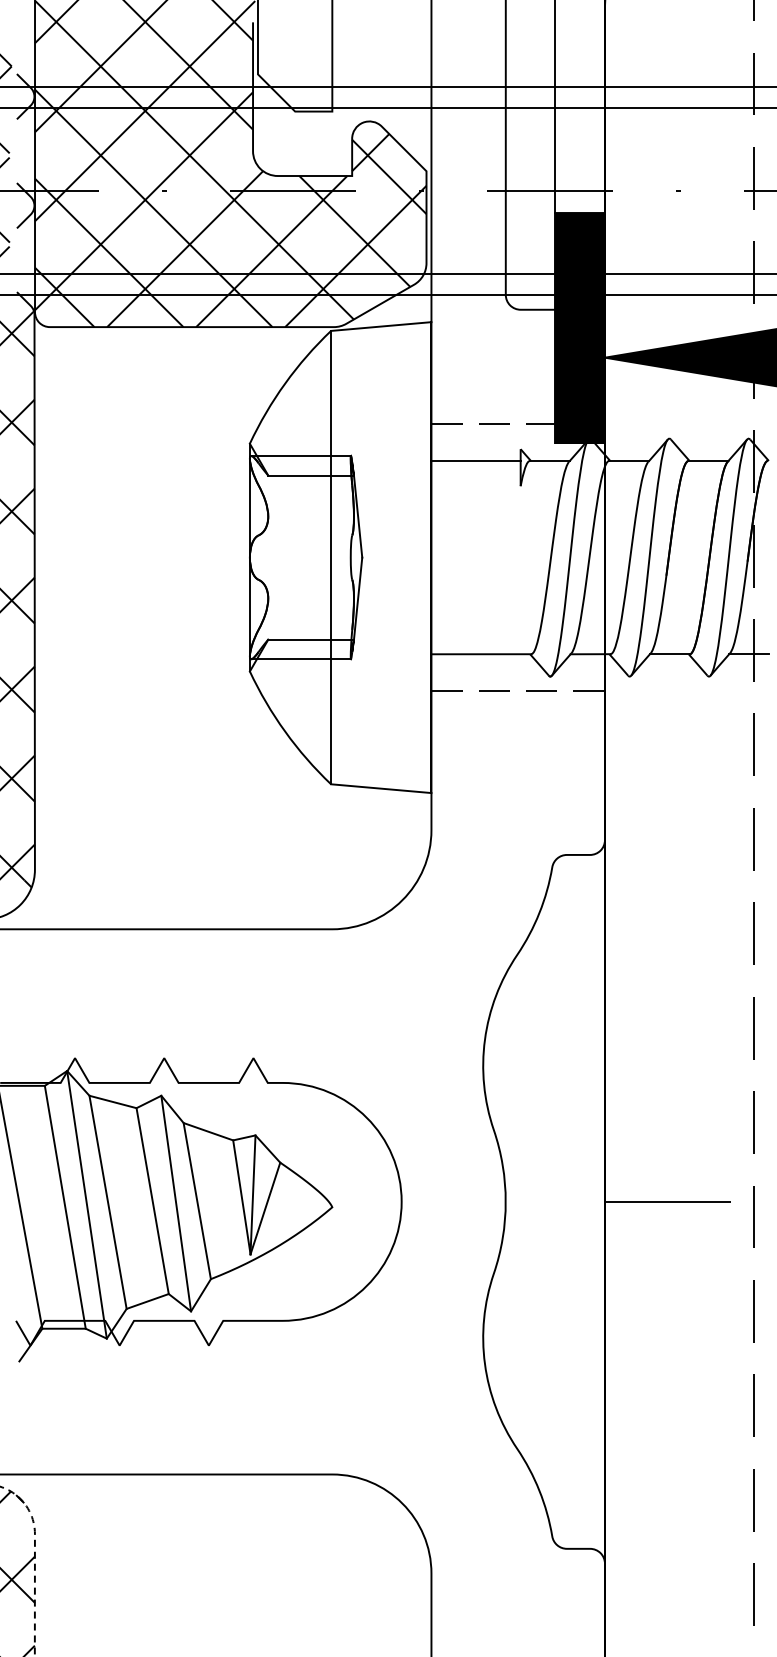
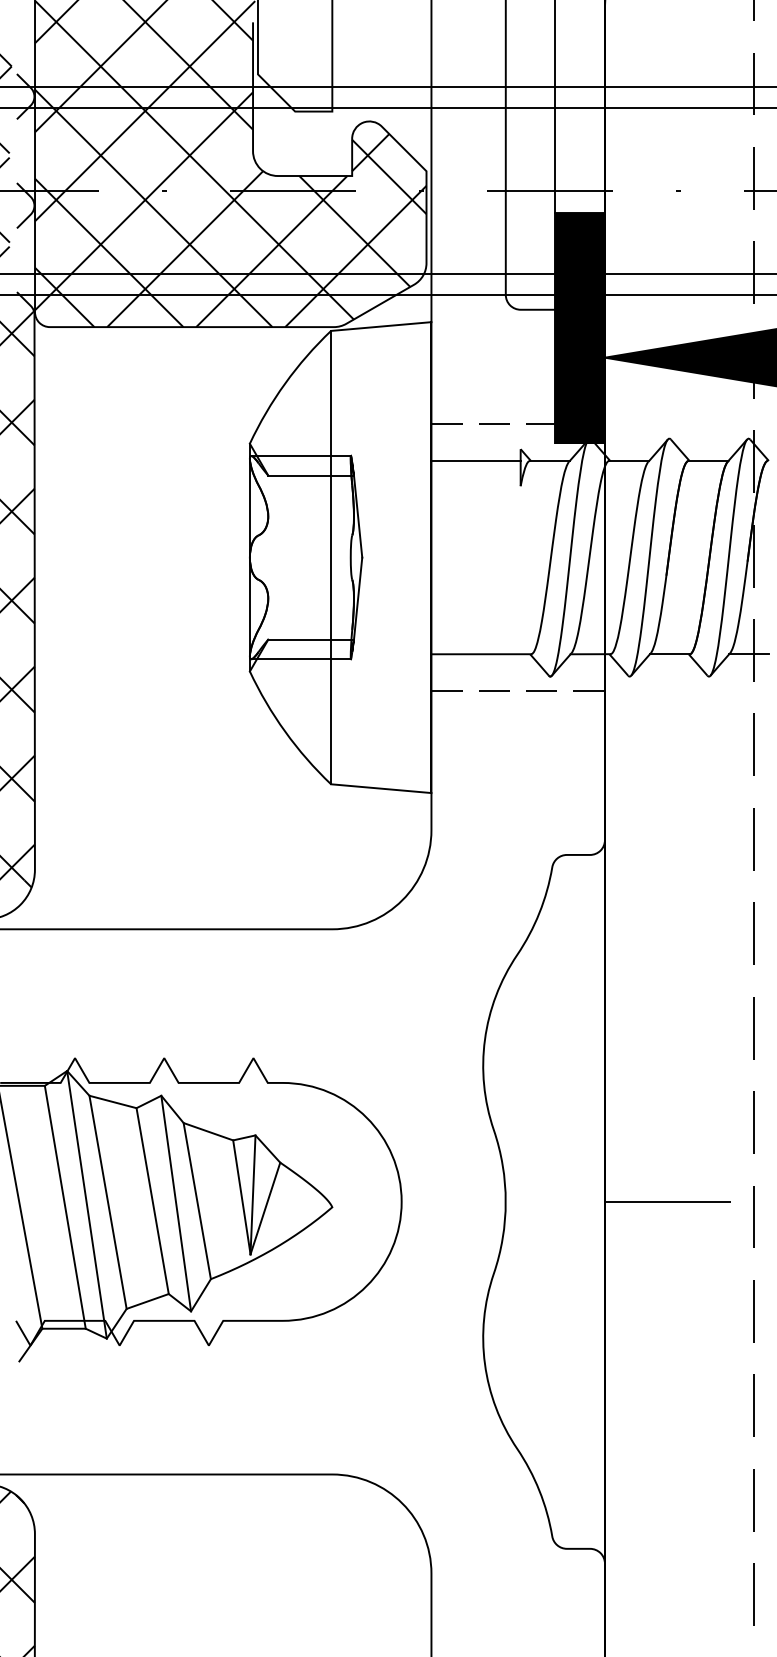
line at (34, 1556): dashed -> solid
